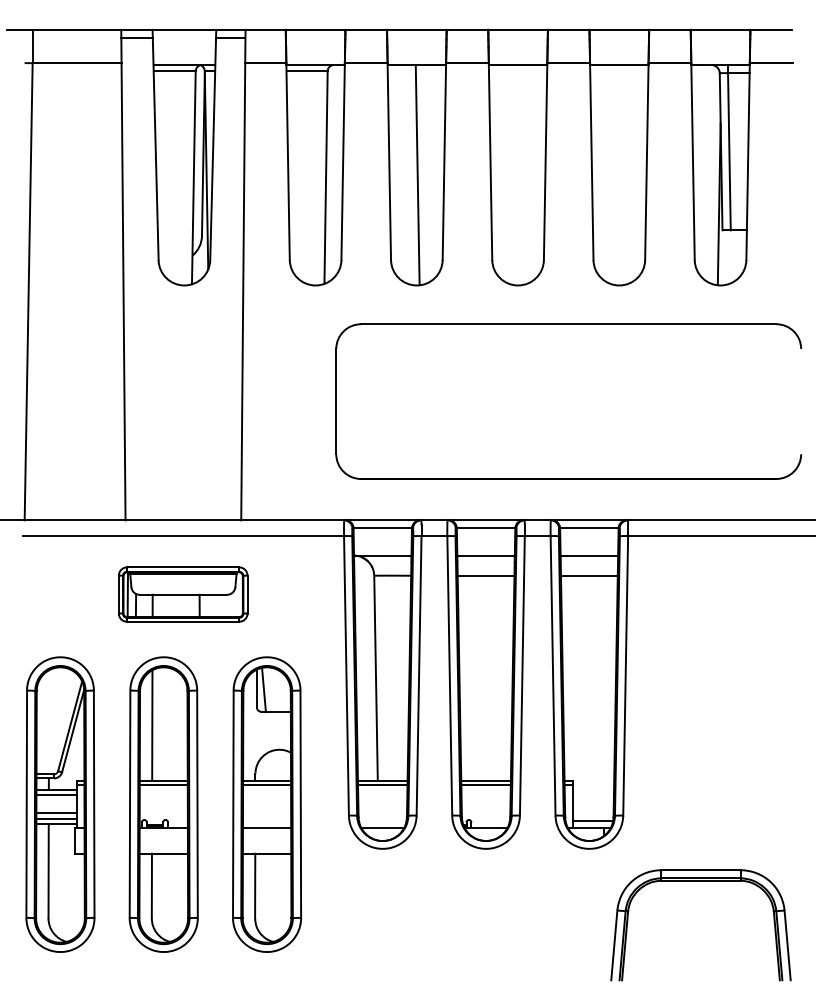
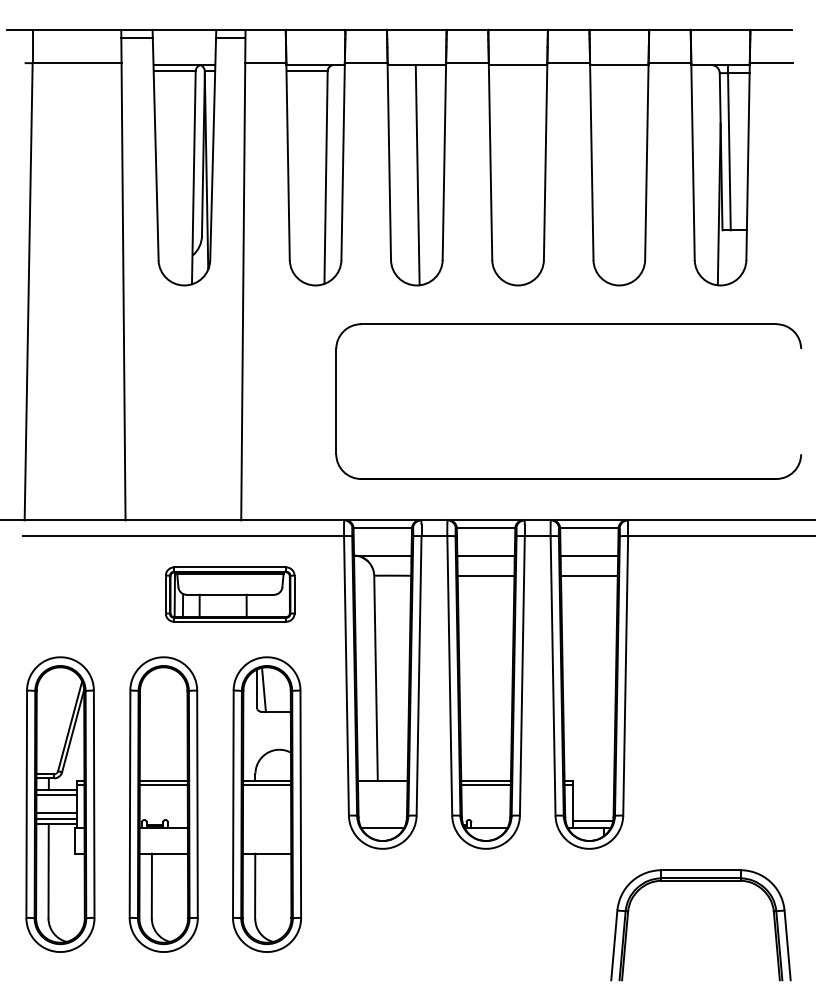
part at (183, 594) position: (183, 594) -> (230, 594)
line at (152, 725): present -> none
line at (382, 785): present -> none
line at (266, 828): present -> none
